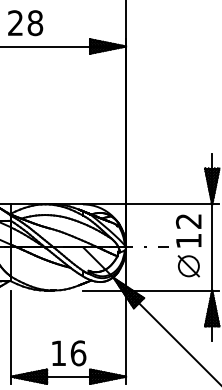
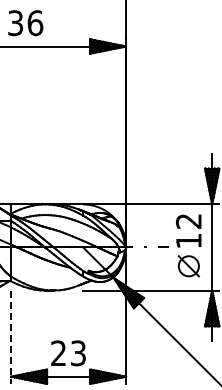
text at (25, 23): 28 -> 36
line at (11, 337): solid -> dashed
text at (68, 353): 16 -> 23
